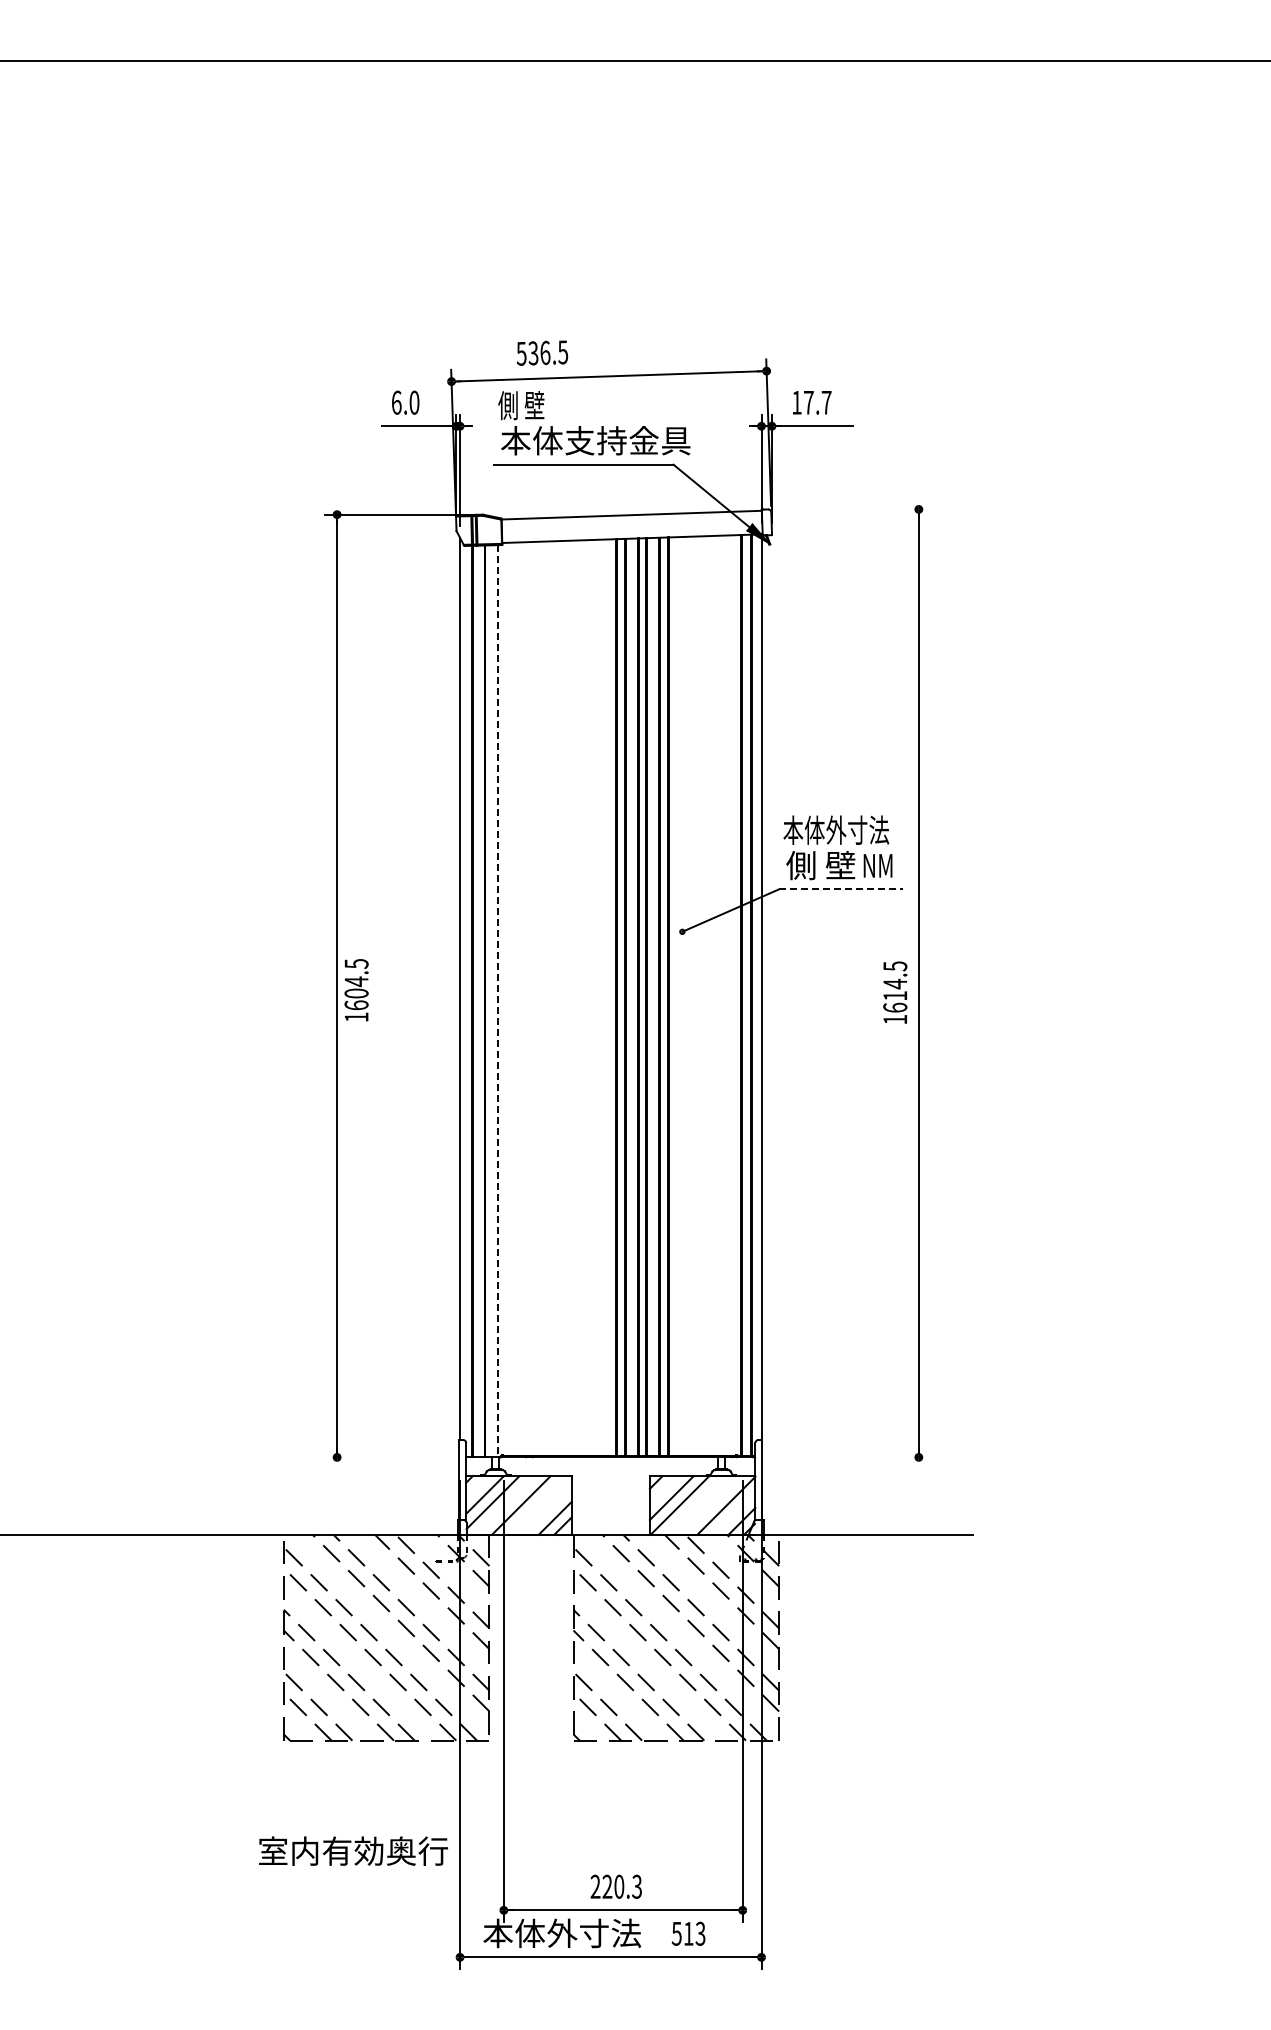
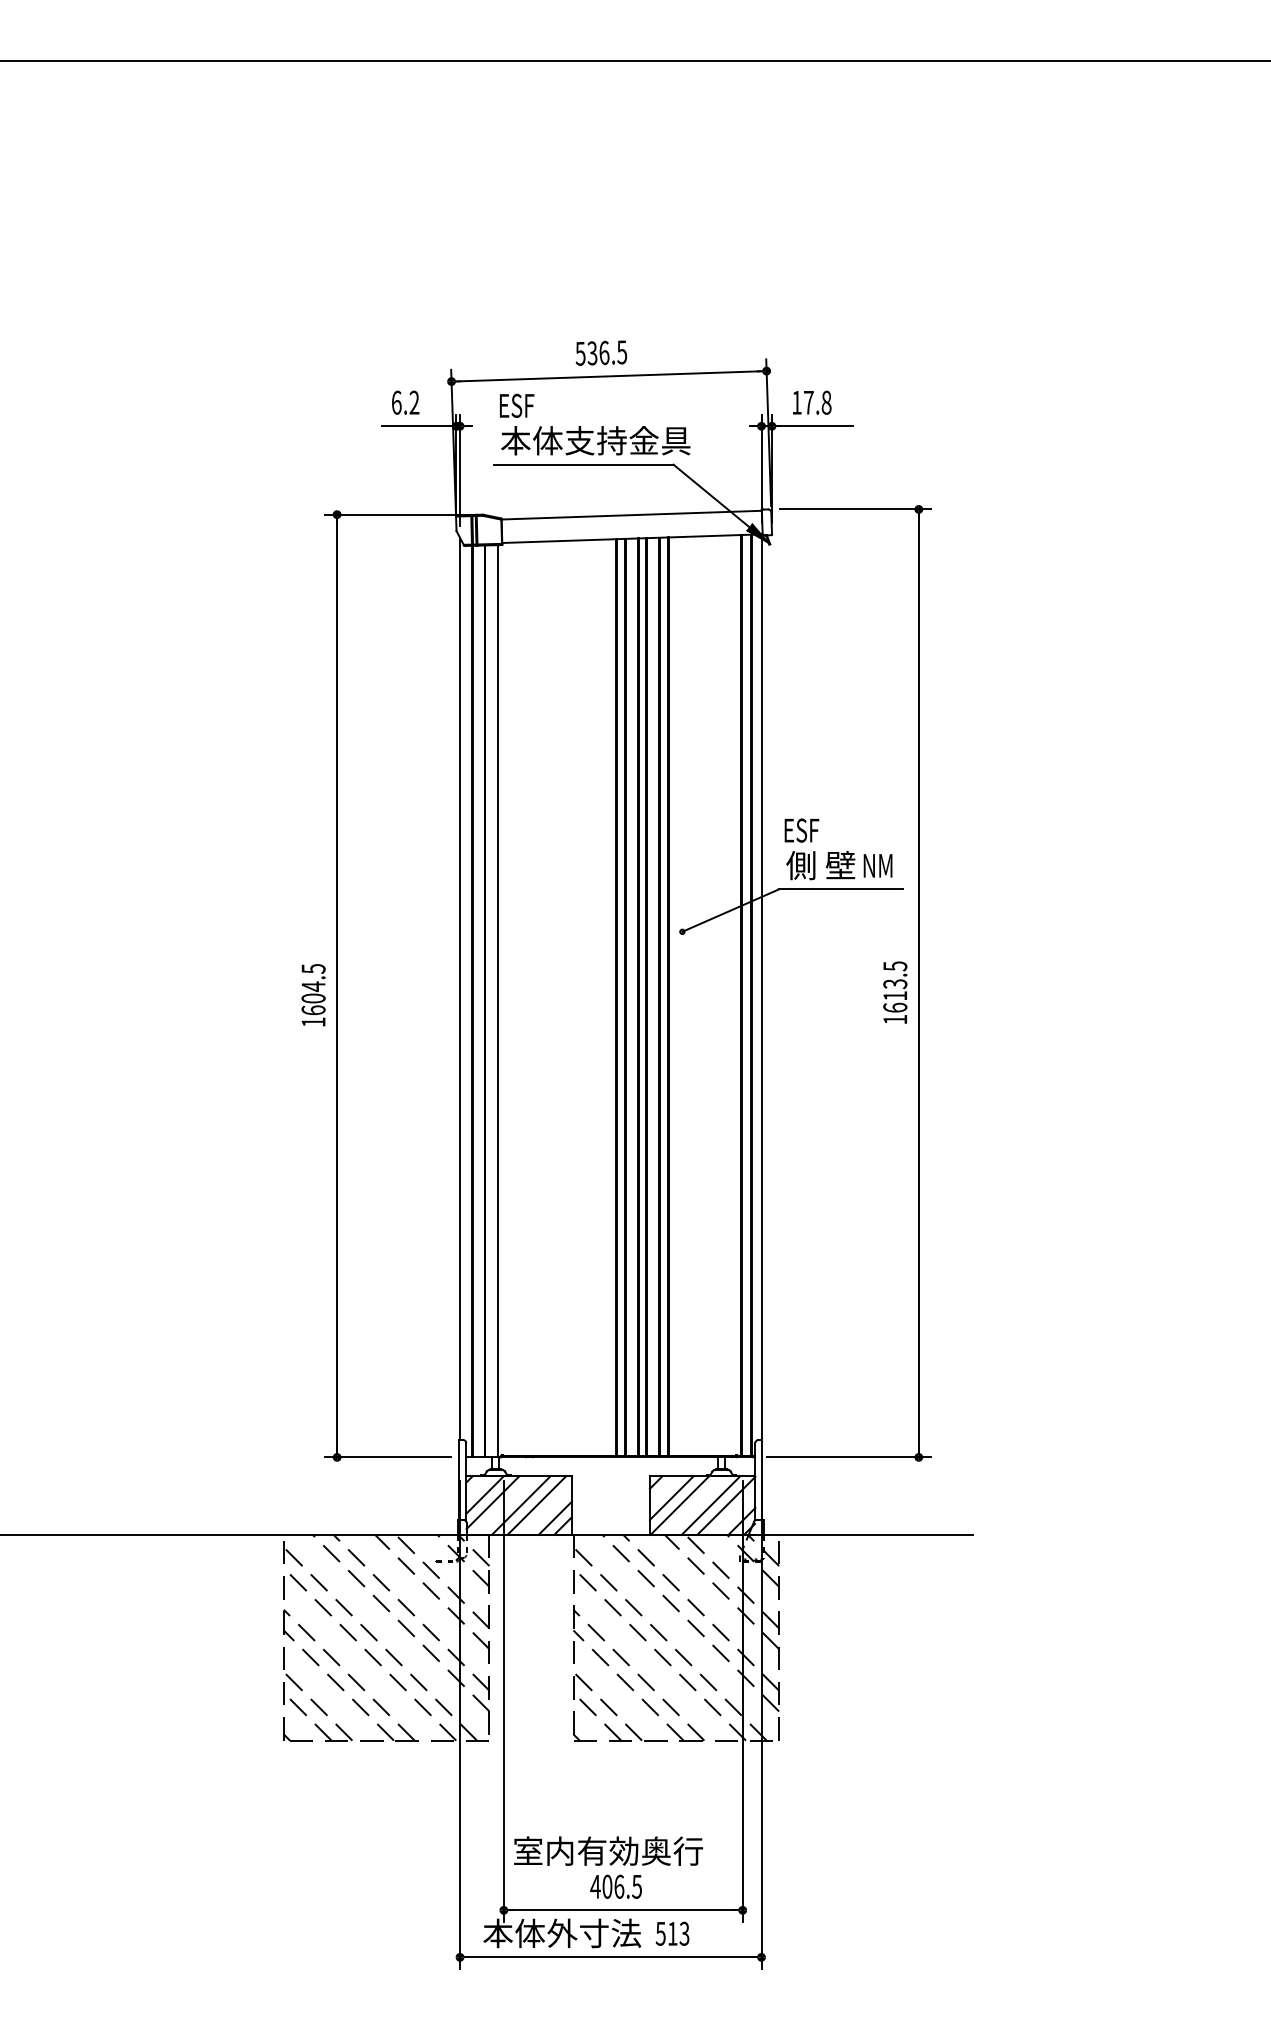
text at (542, 352) position: (542, 352) -> (601, 352)
text at (414, 402): 6.0 -> 6.2
text at (826, 402): 17.7 -> 17.8
text at (521, 405): 側 壁 -> ESF
line at (855, 509): none -> present
text at (836, 829): 本体外寸法 -> ESF
line at (841, 889): dashed -> solid
text at (895, 983): 1614.5 -> 1613.5
text at (356, 990) position: (356, 990) -> (313, 995)
line at (498, 1001): dashed -> solid
line at (388, 1457): none -> present
line at (848, 1457): none -> present
line at (536, 1505): none -> present
line at (710, 1505): none -> present
text at (353, 1850) position: (353, 1850) -> (608, 1850)
text at (615, 1886): 220.3 -> 406.5
text at (688, 1933) position: (688, 1933) -> (672, 1933)
